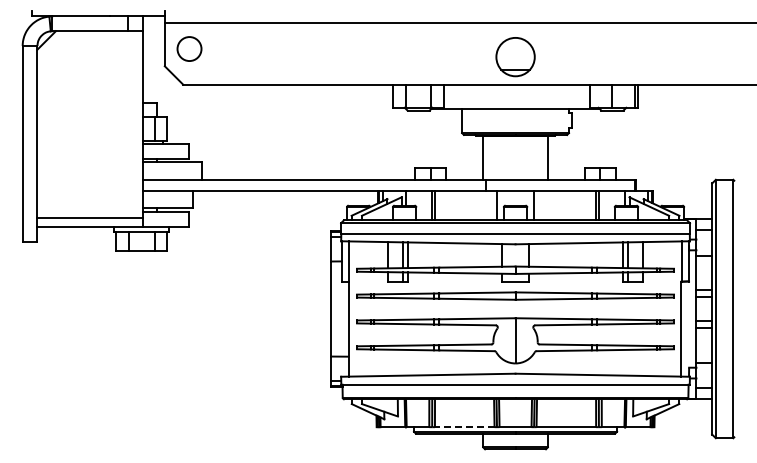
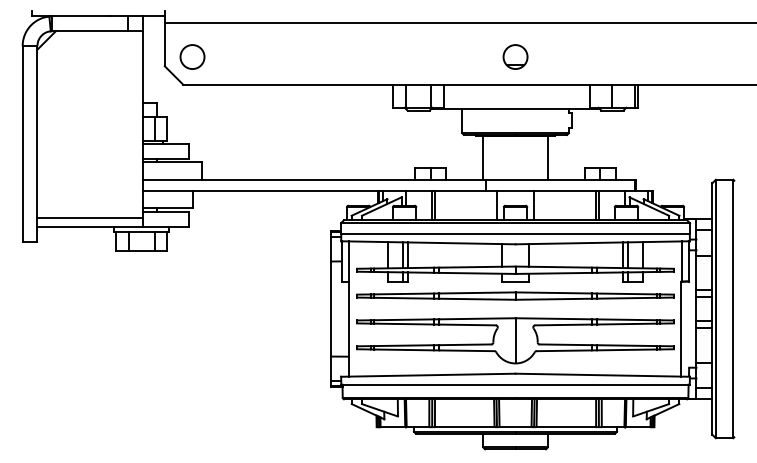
circle at (189, 48) position: (189, 48) -> (192, 56)
part at (515, 57) size: 41x41 px -> 27x26 px
line at (464, 427): dashed -> solid
